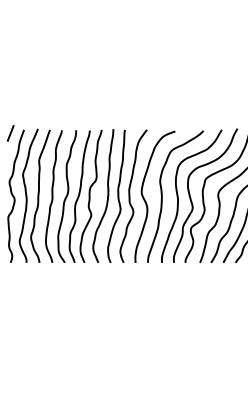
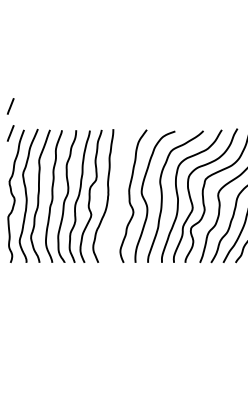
line at (10, 106): none -> present
curve at (117, 195): present -> none
